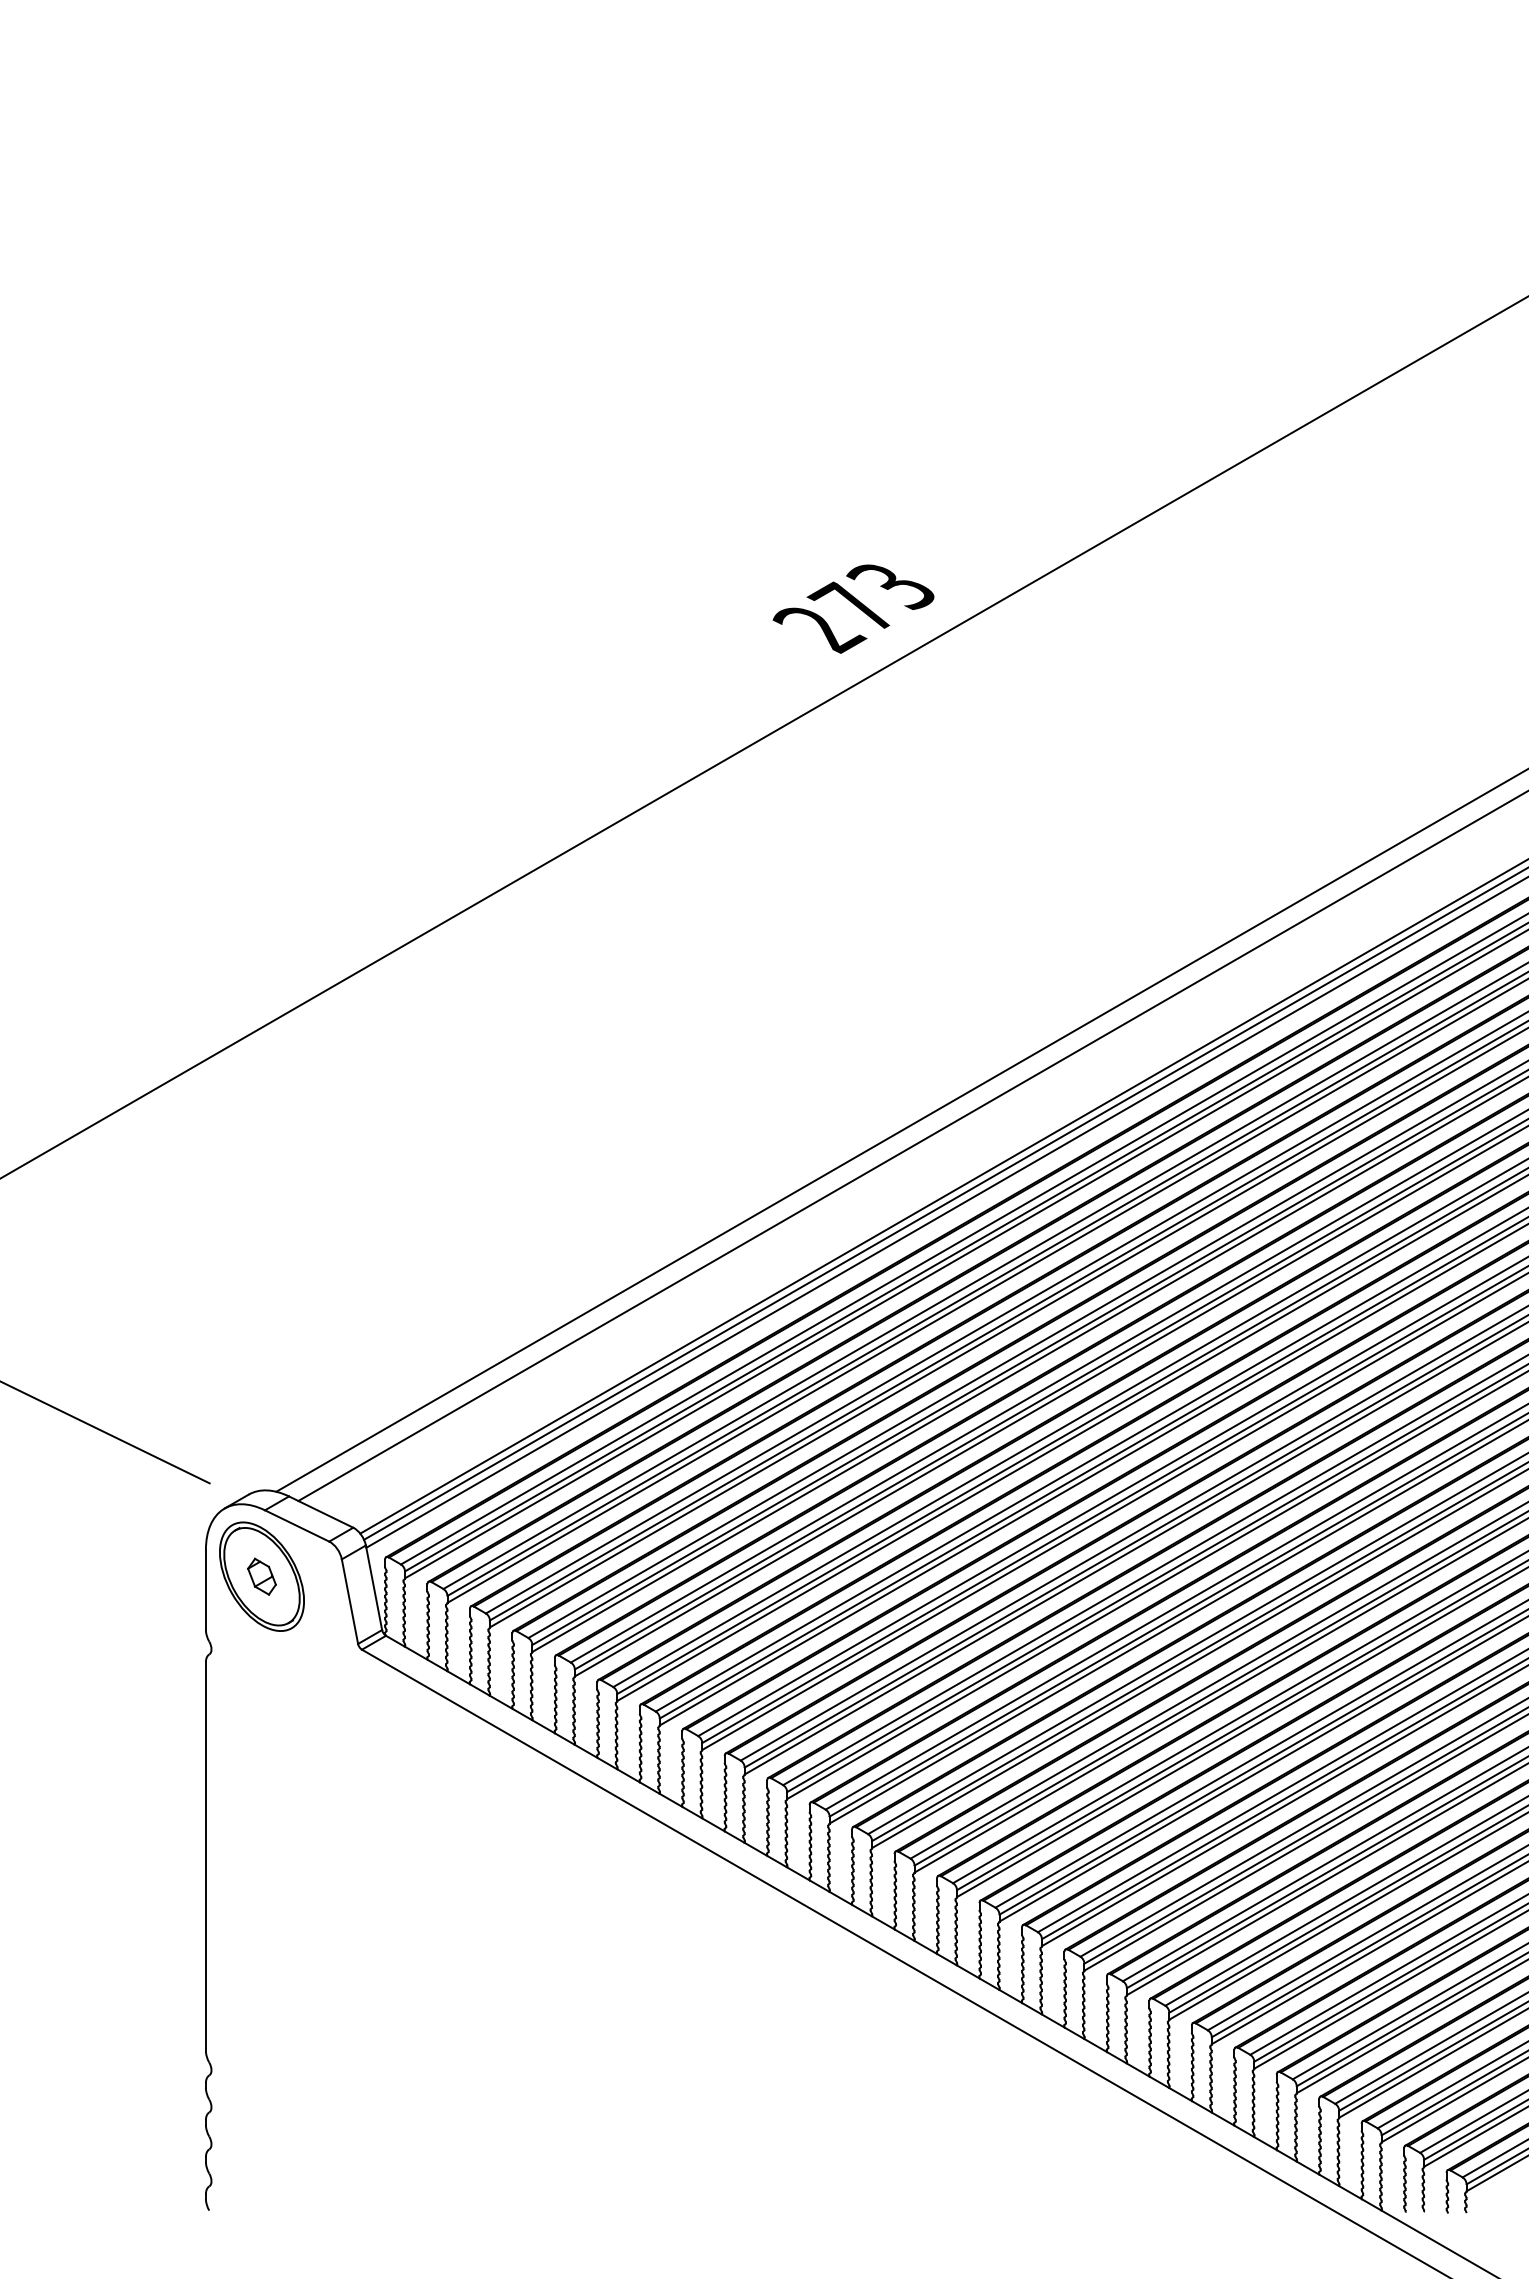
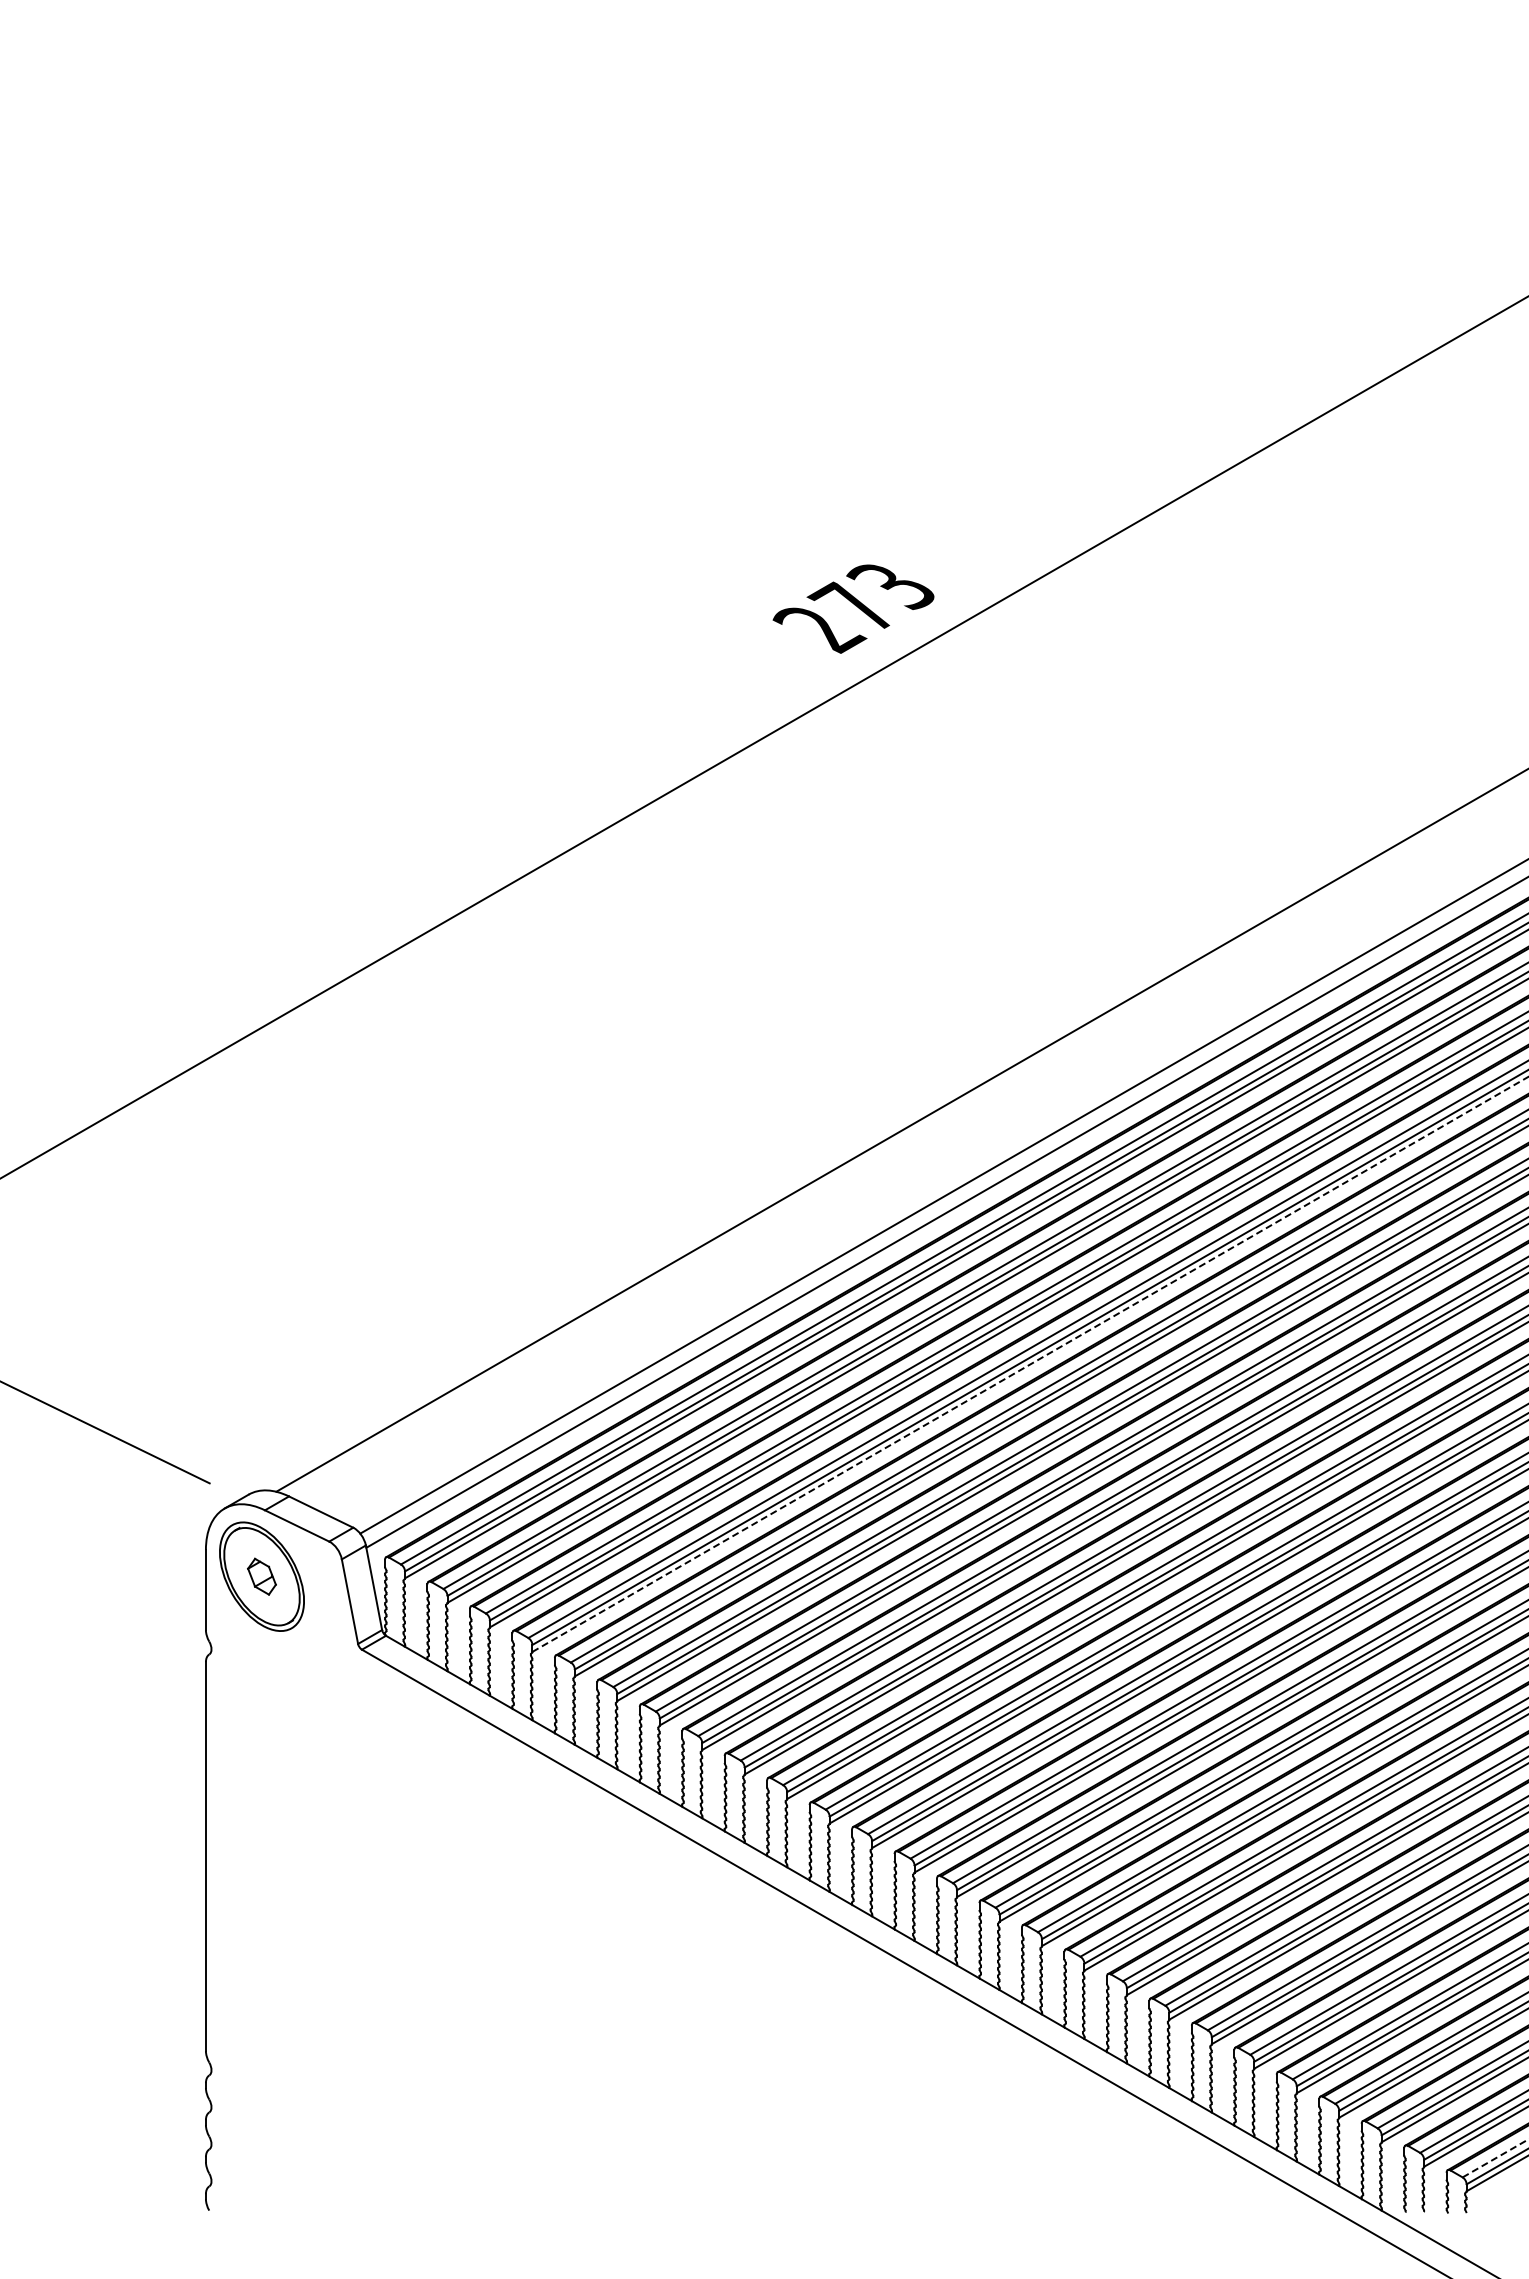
line at (911, 1146): present -> none
line at (944, 1204): present -> none
line at (1031, 1364): solid -> dashed
line at (1495, 2158): solid -> dashed
